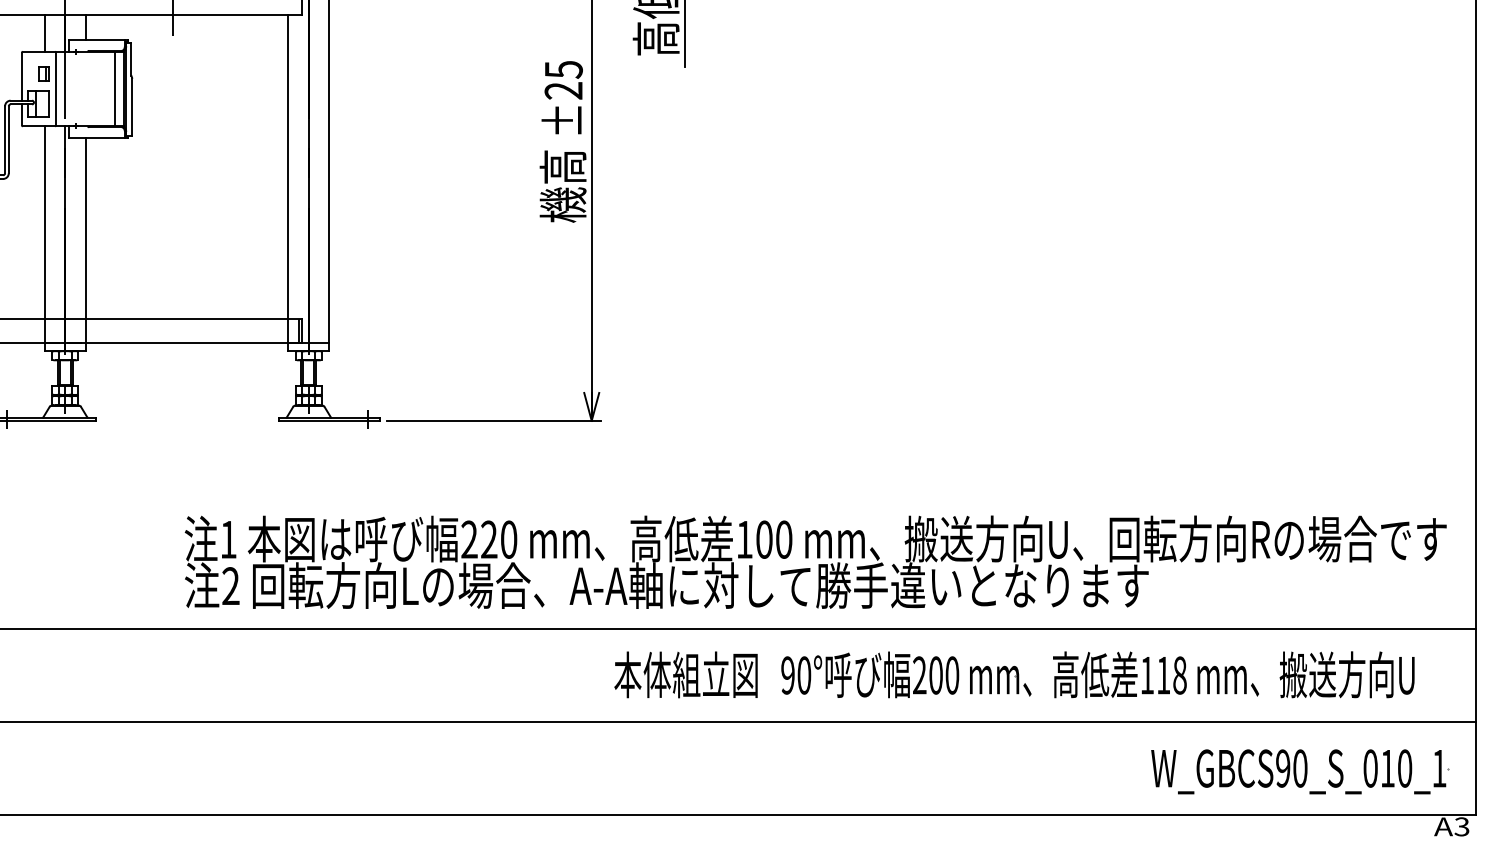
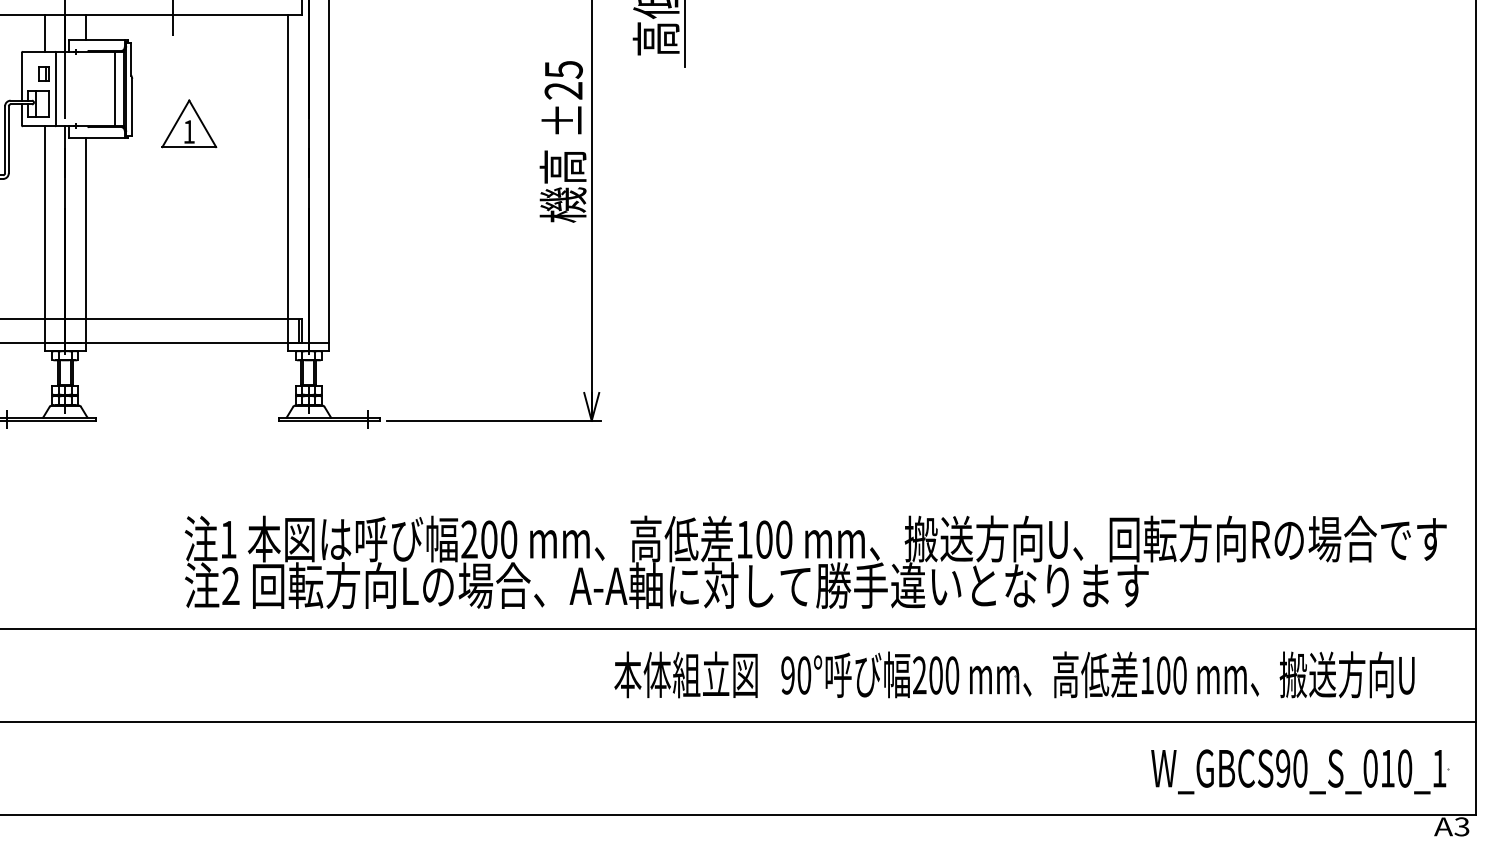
part at (189, 123): none -> present
text at (489, 539): 220 -> 200
text at (1171, 675): 118 -> 100
